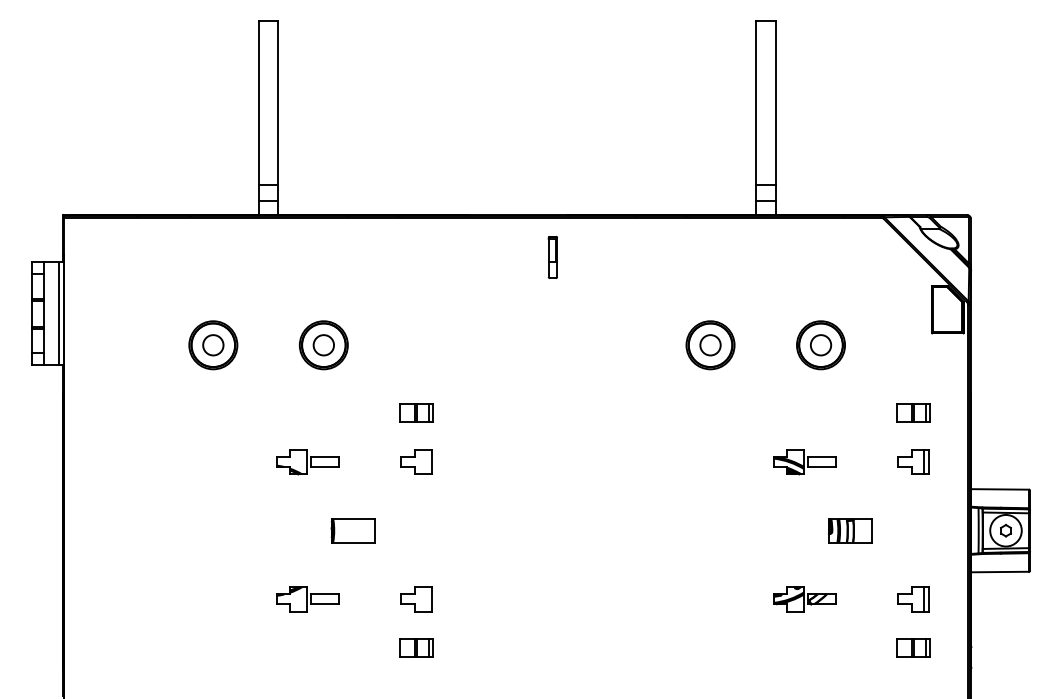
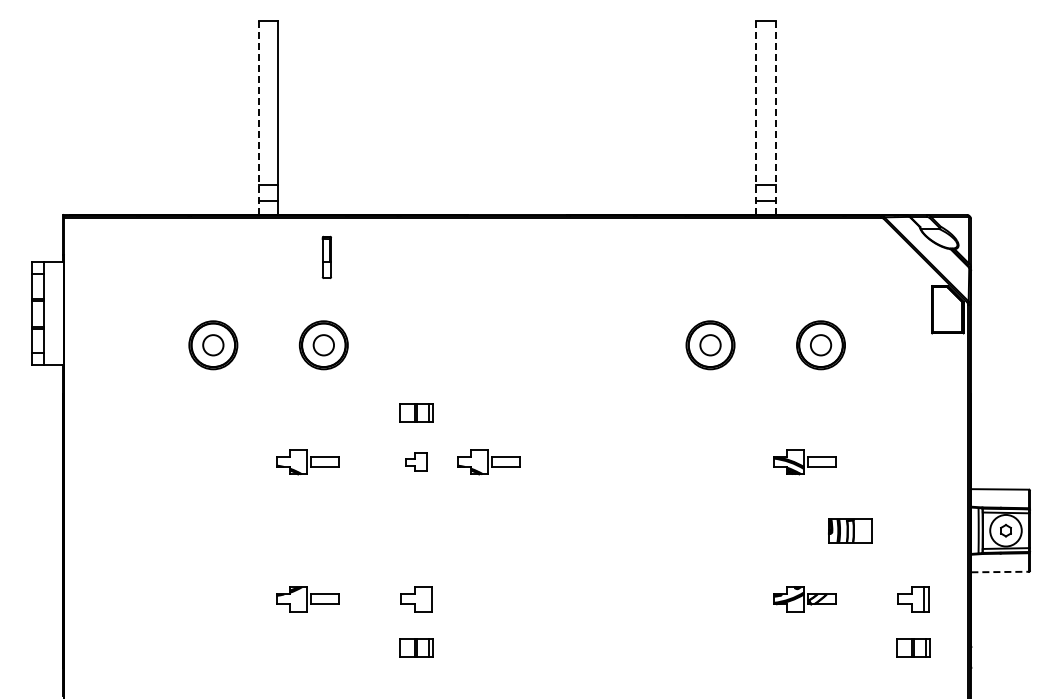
line at (755, 117): solid -> dashed
line at (775, 117): solid -> dashed
line at (258, 118): solid -> dashed
part at (552, 256) position: (552, 256) -> (326, 256)
line at (59, 313): present -> none
part at (913, 412): present -> none
part at (416, 461) size: 33x26 px -> 23x20 px
part at (913, 461): present -> none
part at (488, 462): none -> present
part at (352, 530): present -> none
line at (1000, 572): solid -> dashed
